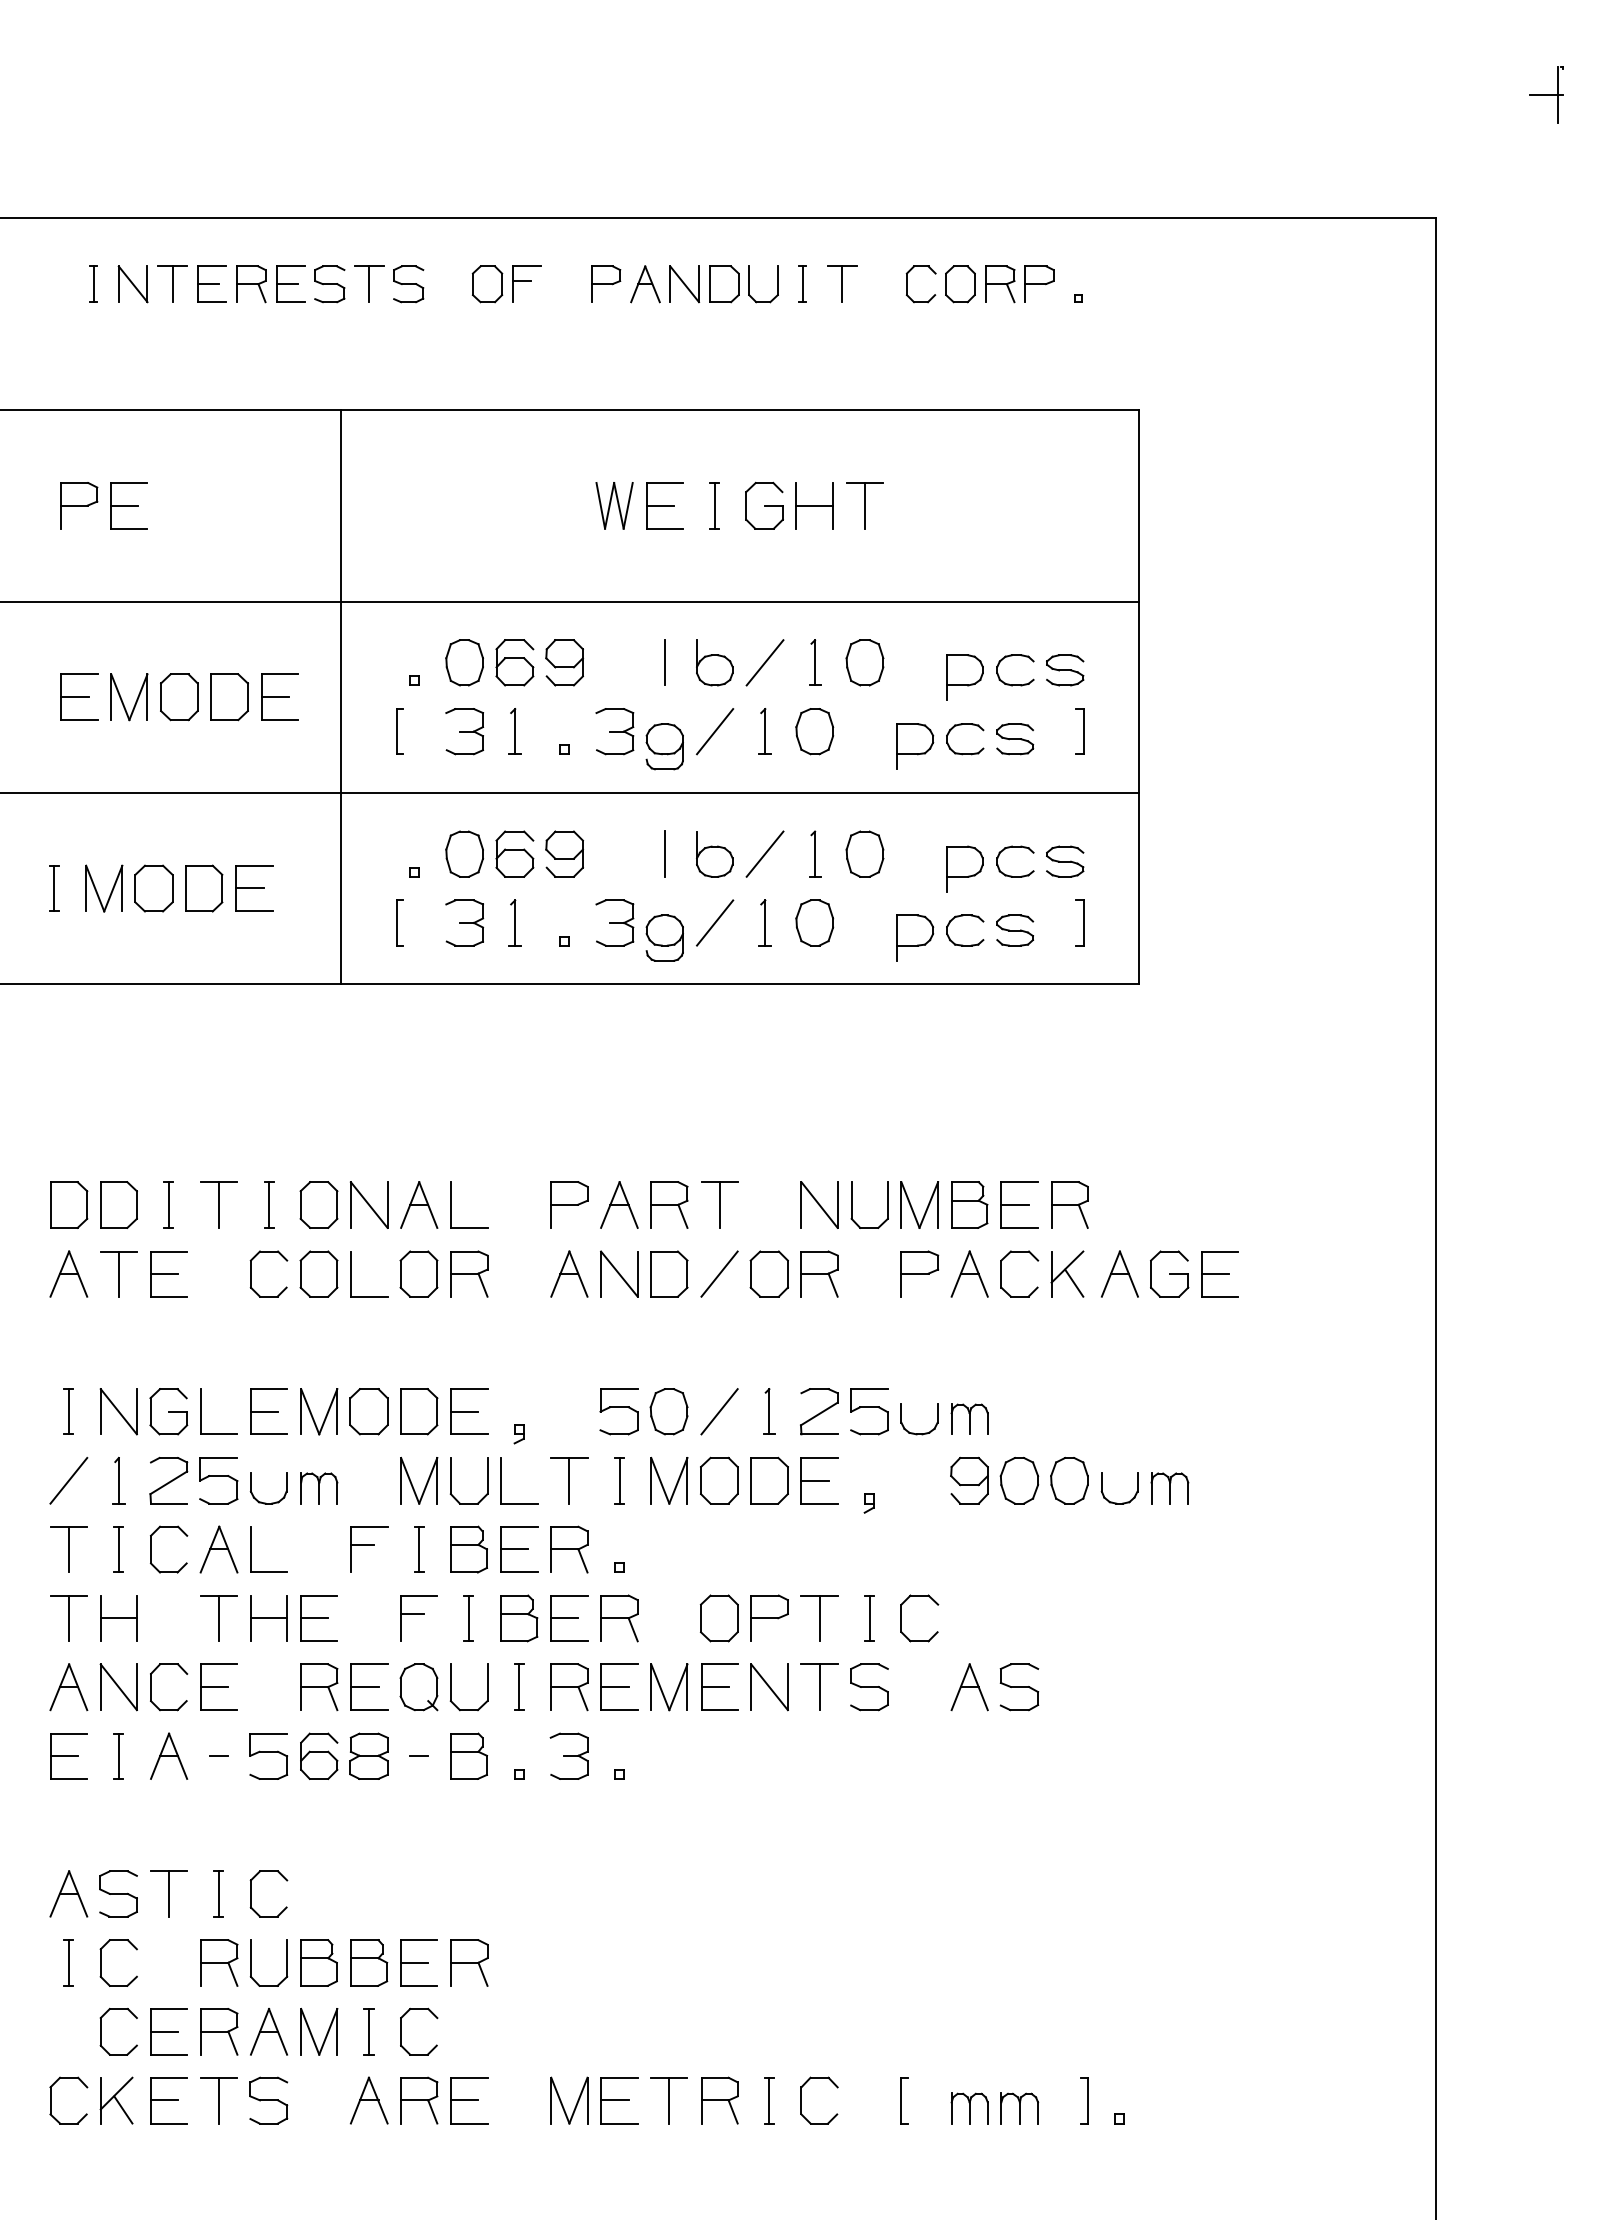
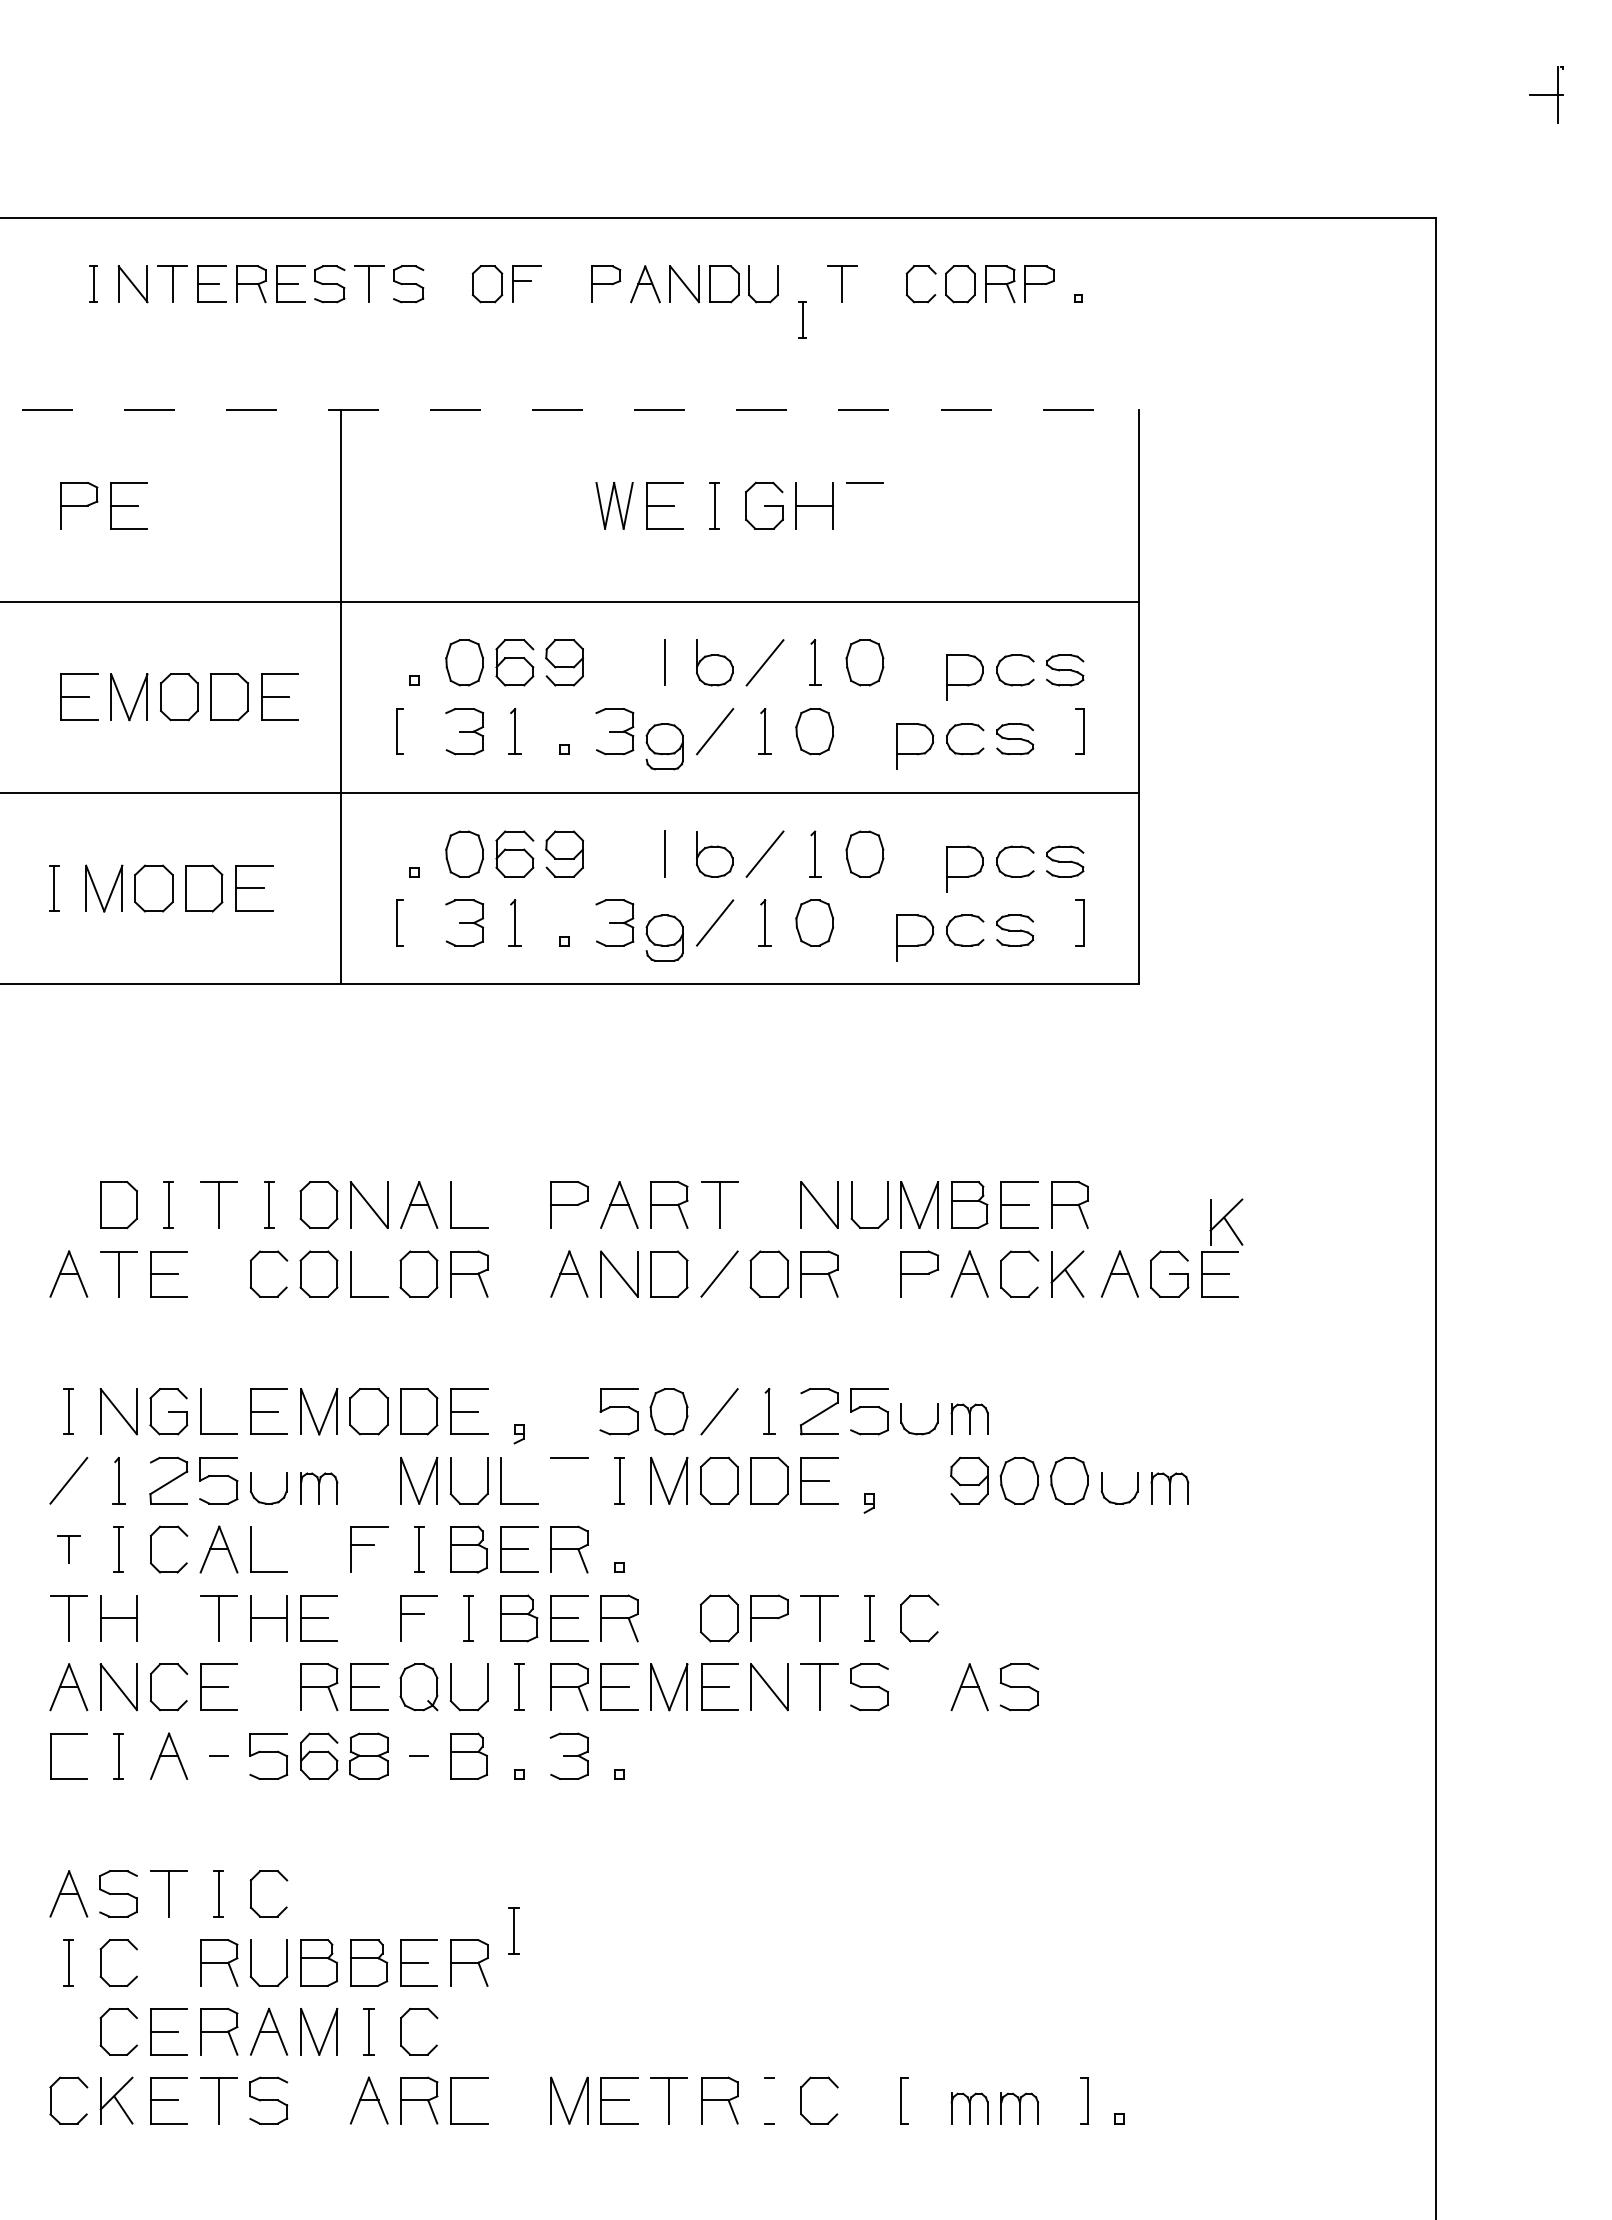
part at (802, 283) position: (802, 283) -> (802, 319)
line at (569, 410): solid -> dashed
line at (864, 505): present -> none
part at (69, 1204): present -> none
part at (1226, 1221): none -> present
line at (569, 1480): present -> none
part at (68, 1549) size: 38x47 px -> 24x29 px
line at (64, 1755): present -> none
part at (513, 1930): none -> present
line at (464, 2100): present -> none
line at (769, 2100): present -> none
